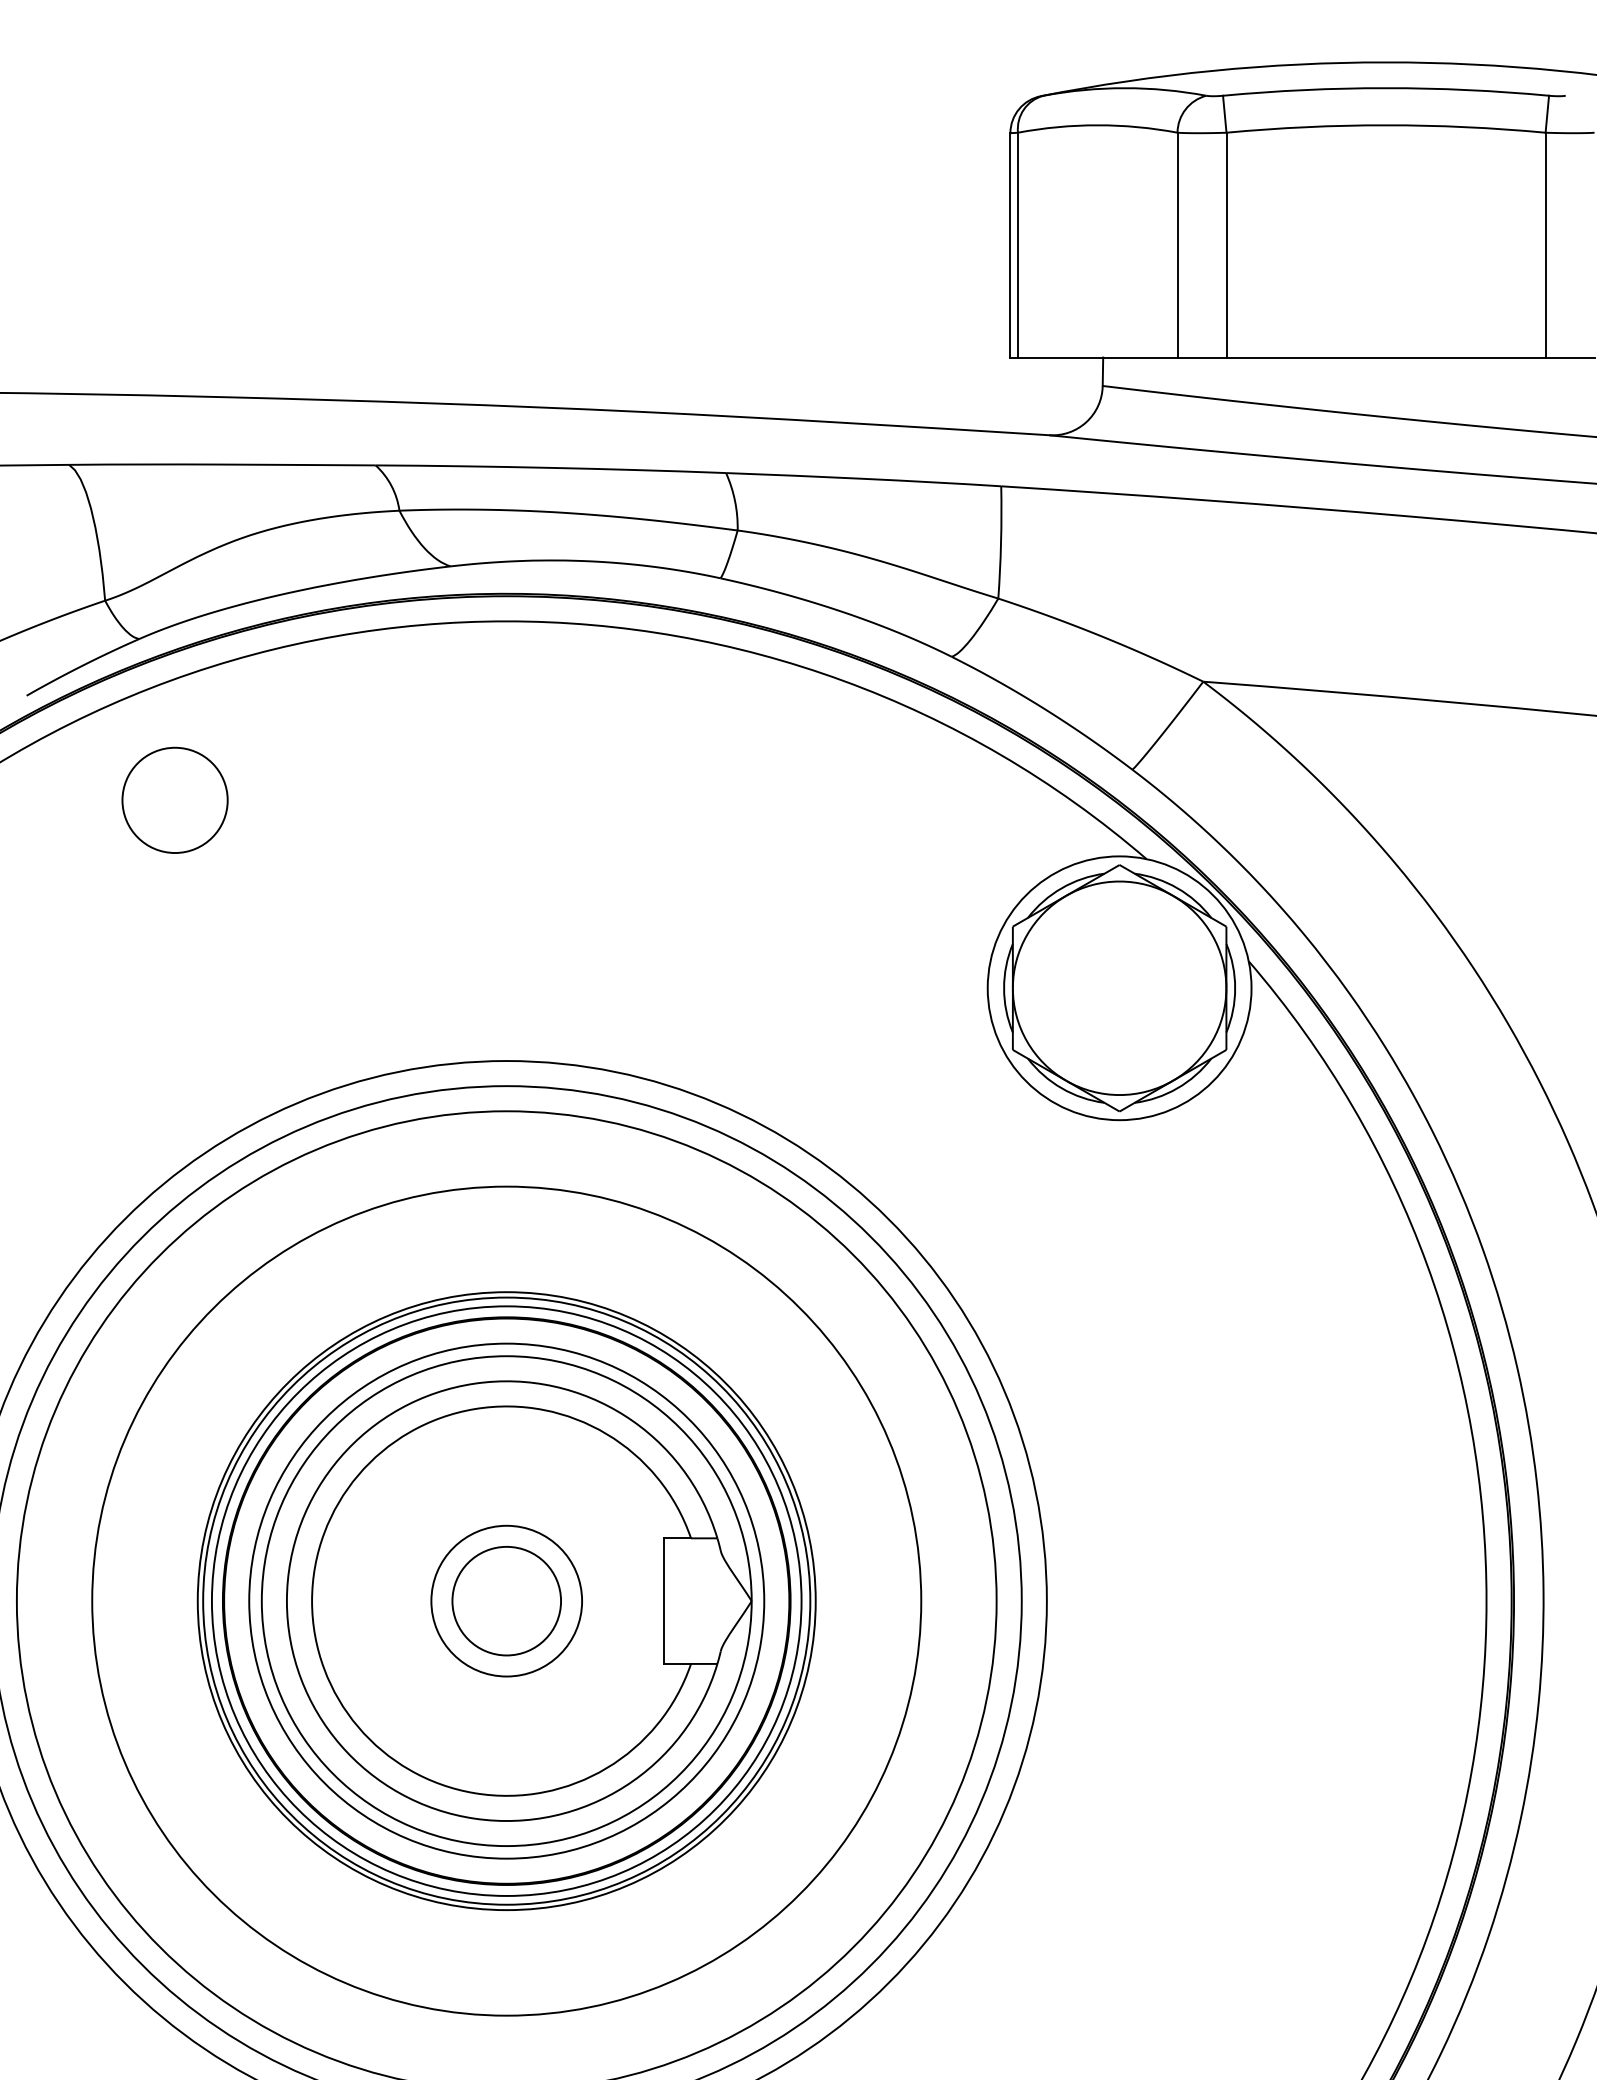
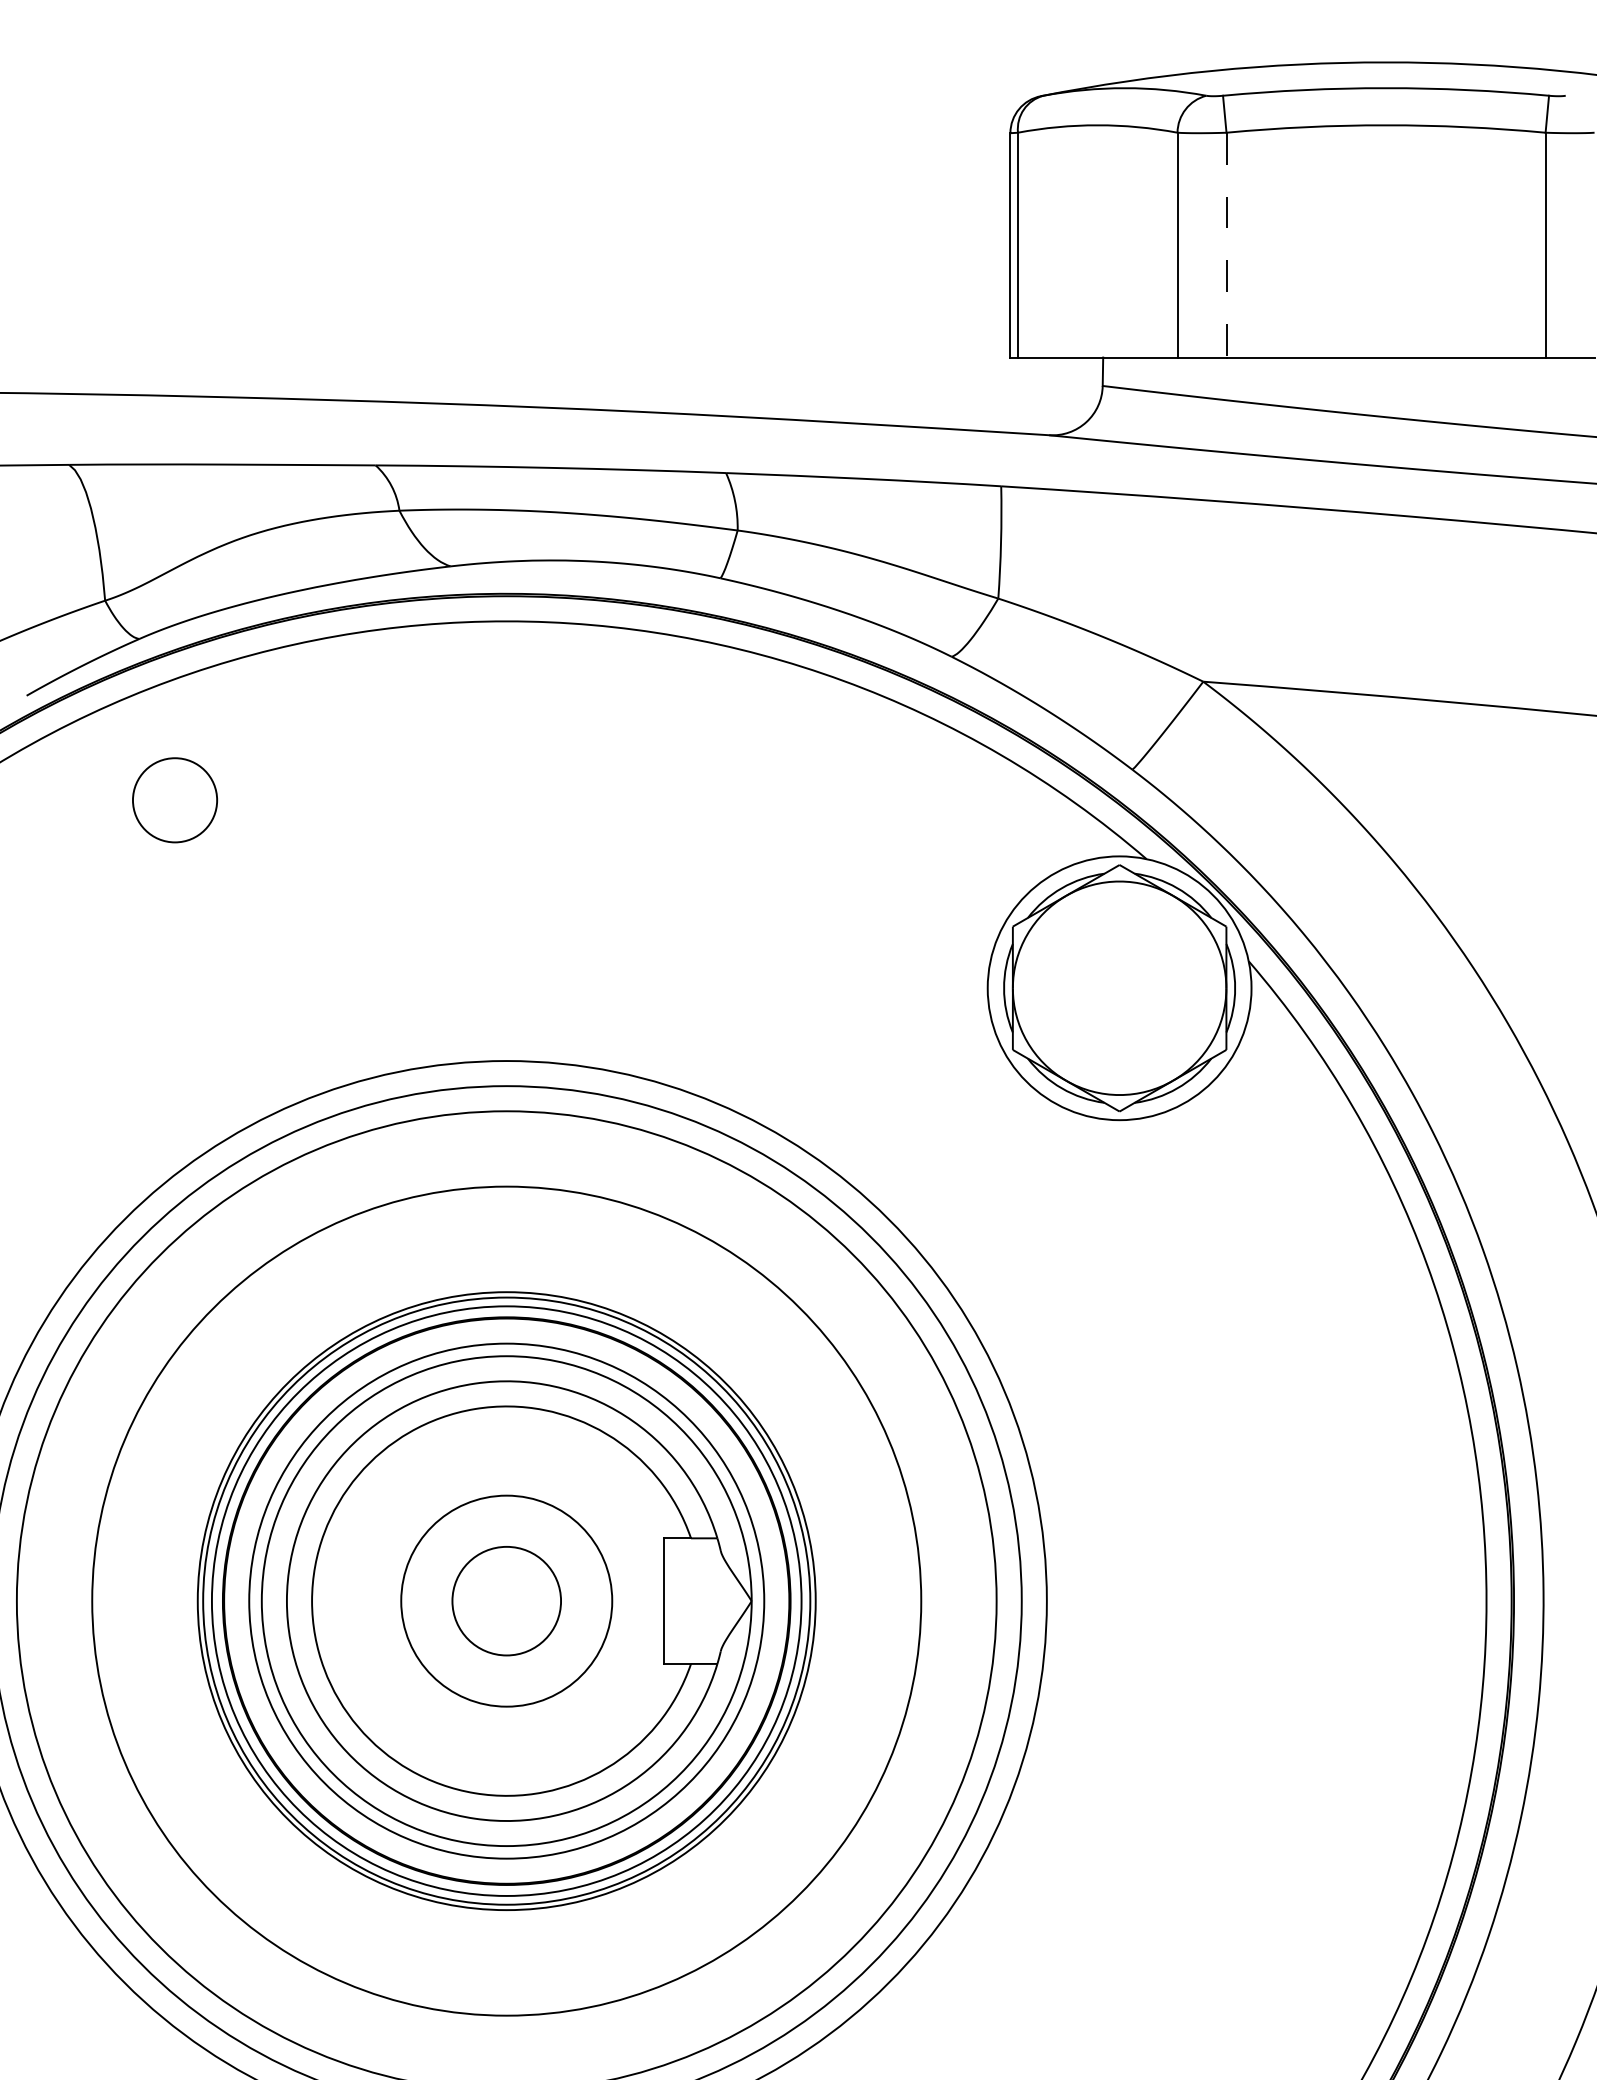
line at (1226, 245): solid -> dashed
circle at (174, 799) size: 108x108 px -> 87x87 px
circle at (506, 1600) diameter: 151 px -> 211 px
